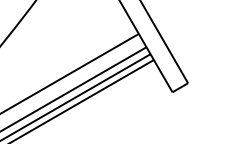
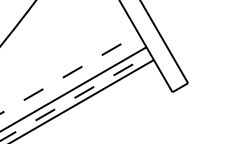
line at (69, 73): solid -> dashed
line at (75, 97): solid -> dashed
